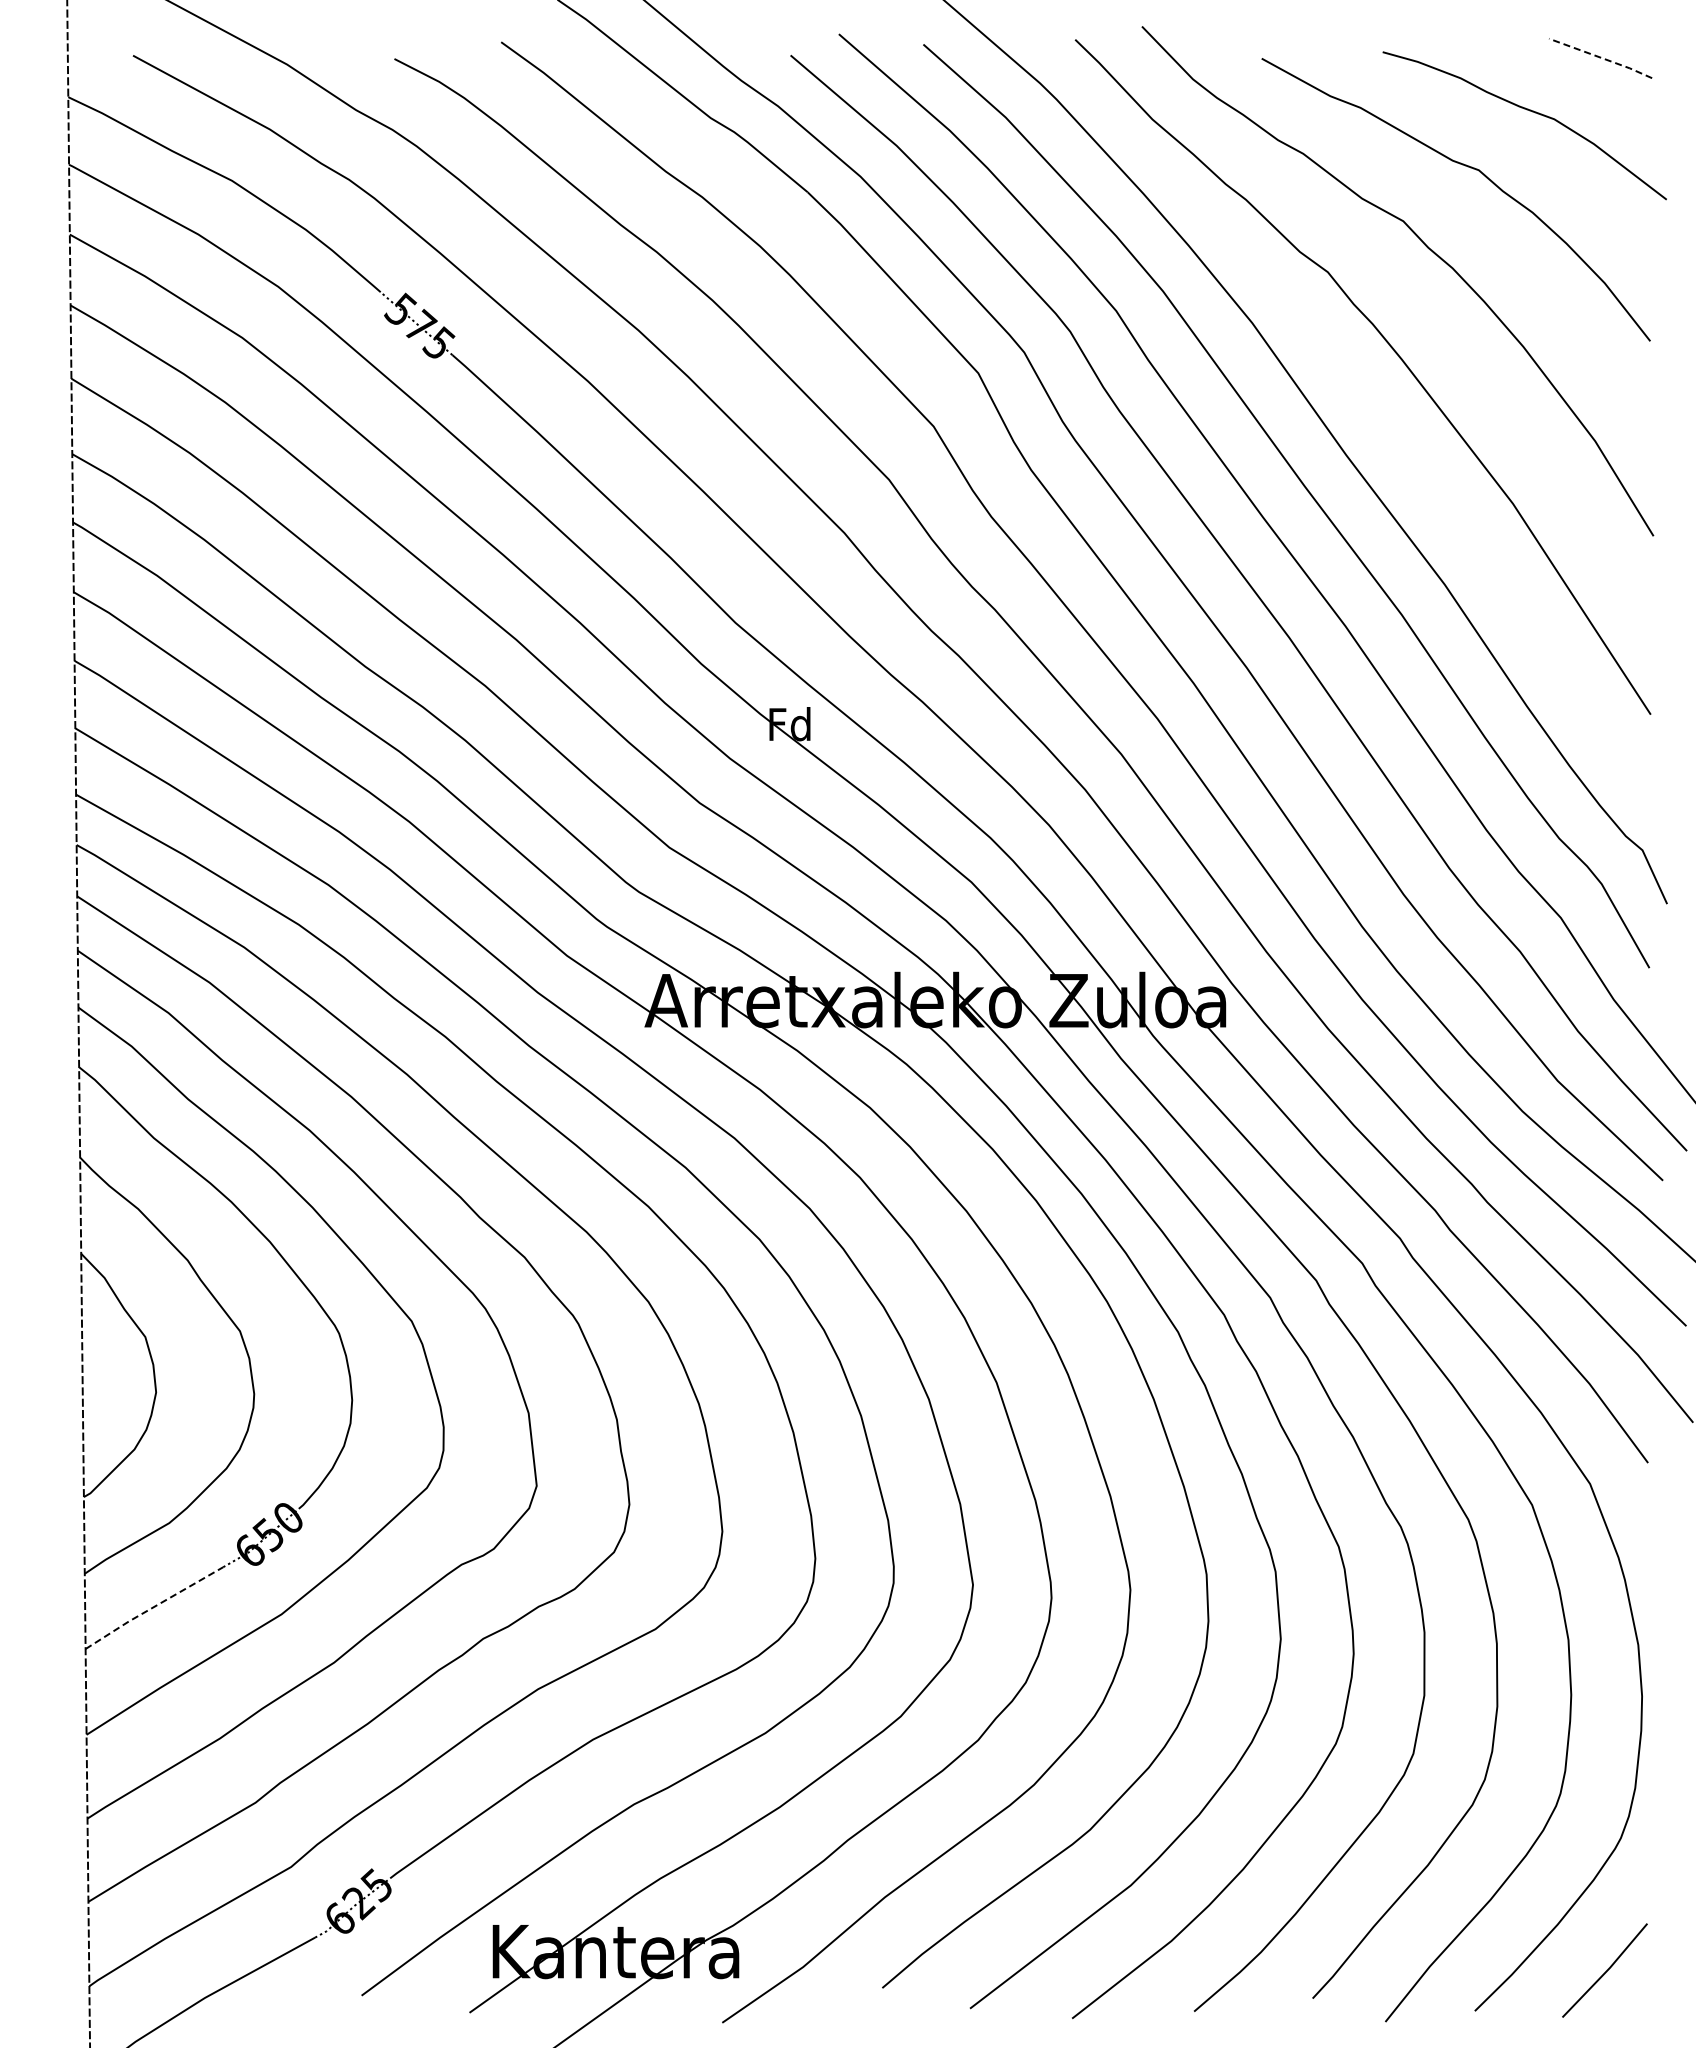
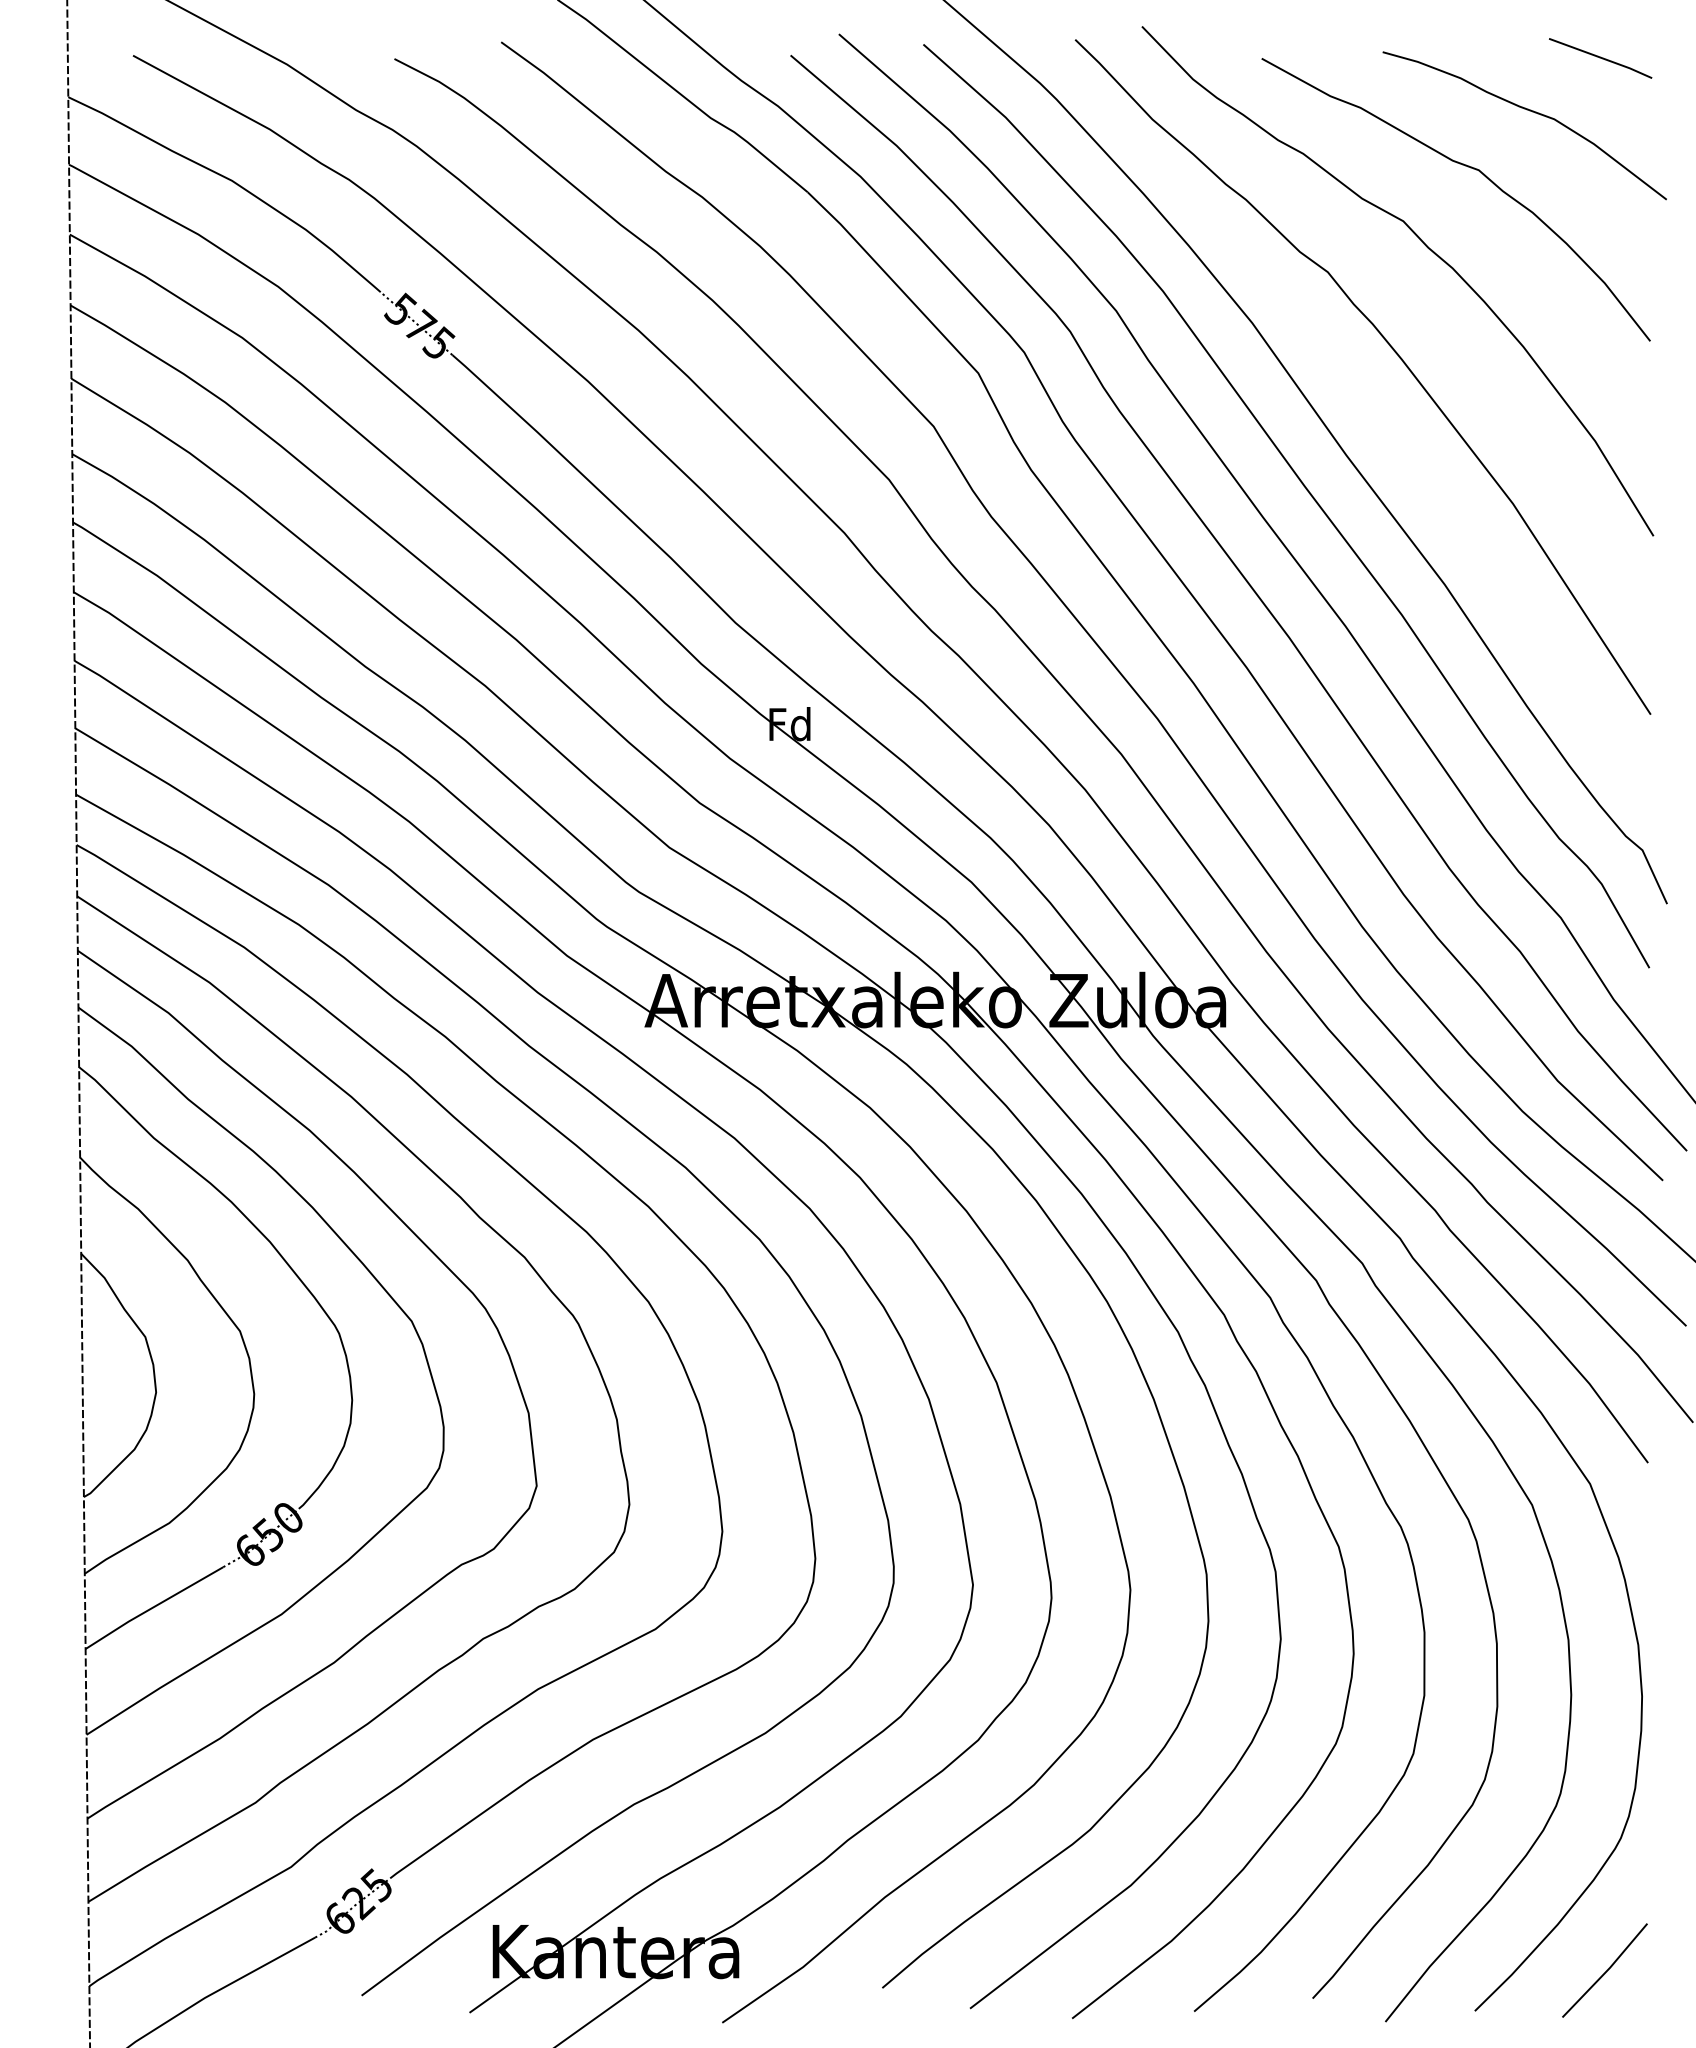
line at (1601, 57): dashed -> solid
line at (153, 1607): dashed -> solid
